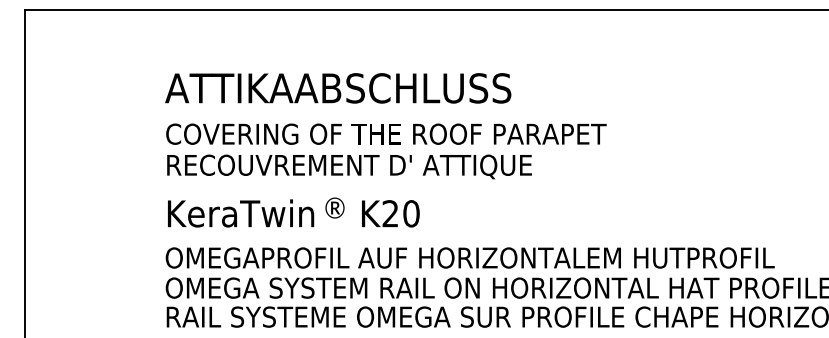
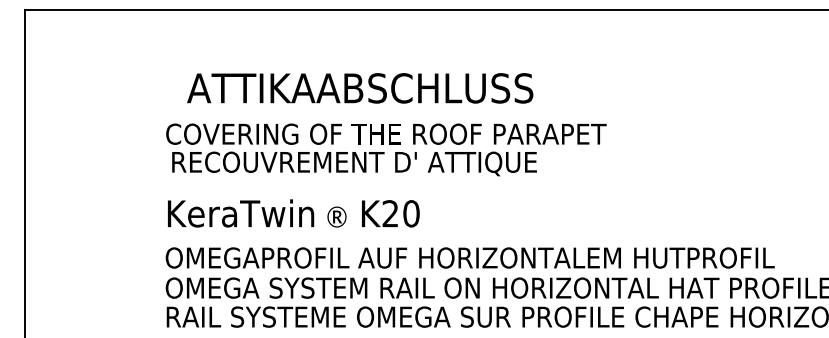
text at (338, 88) position: (338, 88) -> (360, 88)
text at (349, 166) position: (349, 166) -> (354, 163)
text at (334, 207) position: (334, 207) -> (336, 216)
